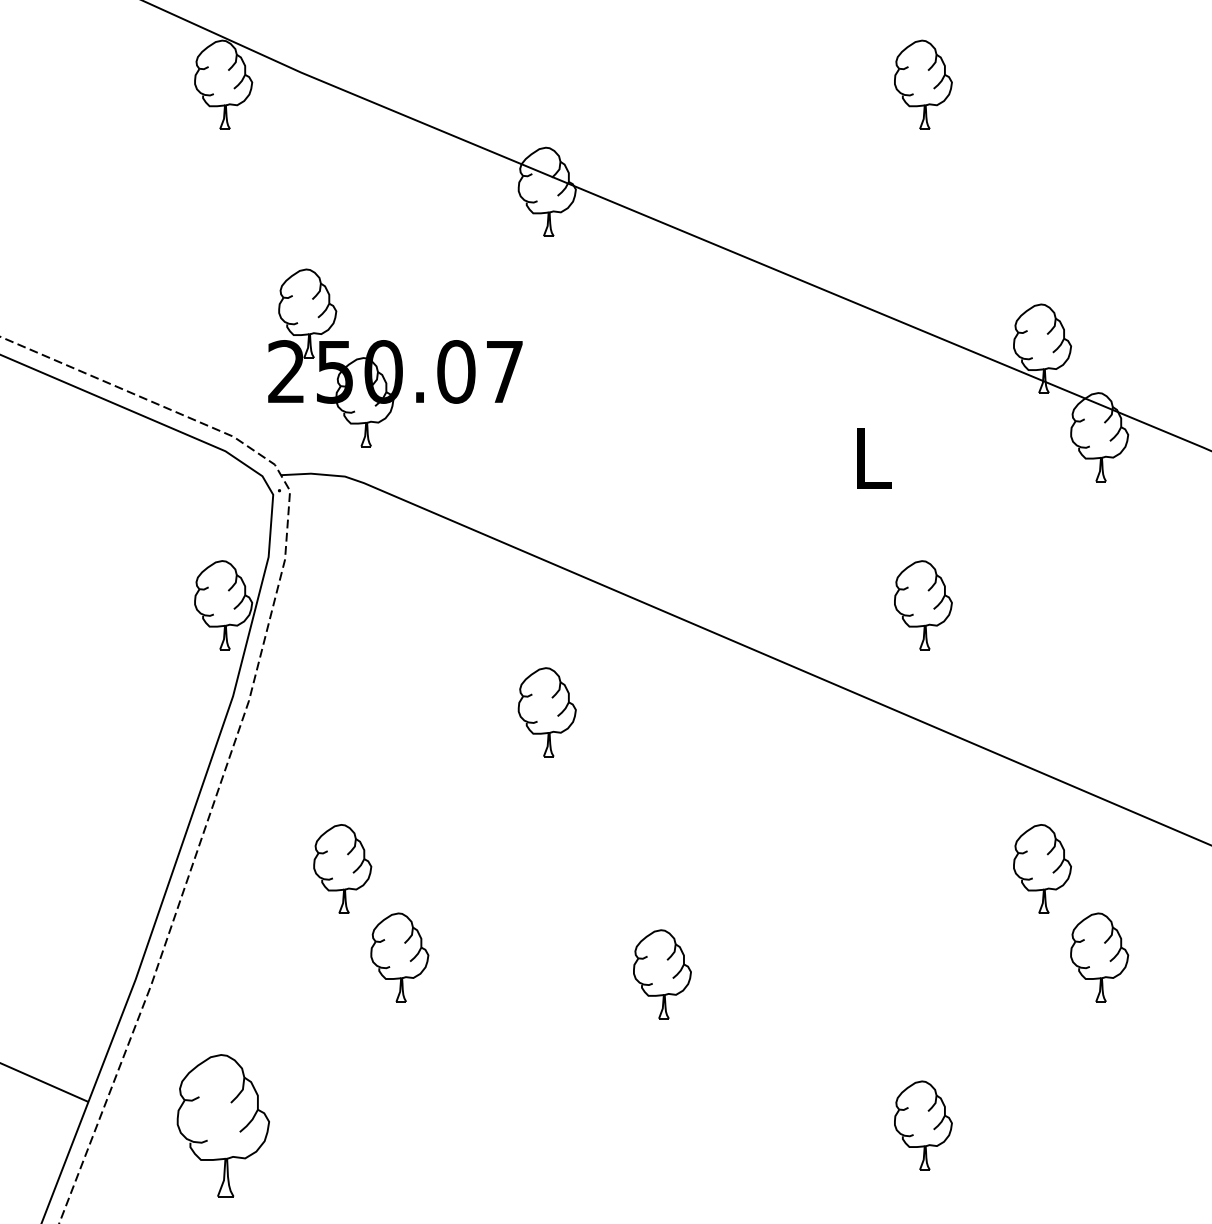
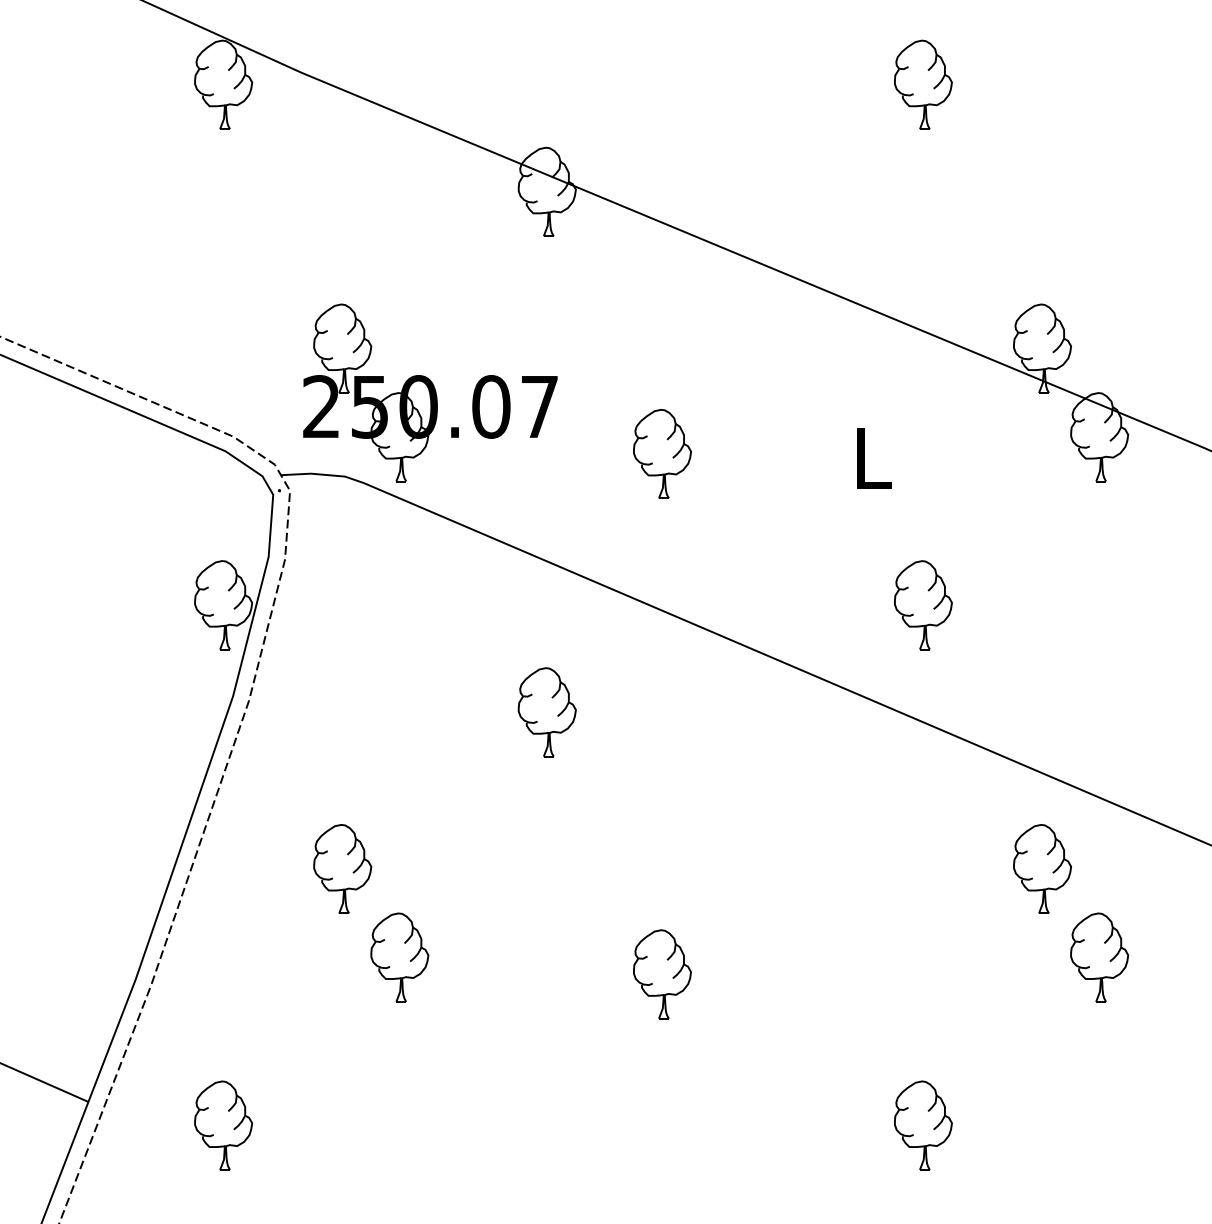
part at (395, 357) position: (395, 357) -> (430, 392)
part at (662, 453): none -> present
part at (222, 1125) size: 94x144 px -> 60x91 px
